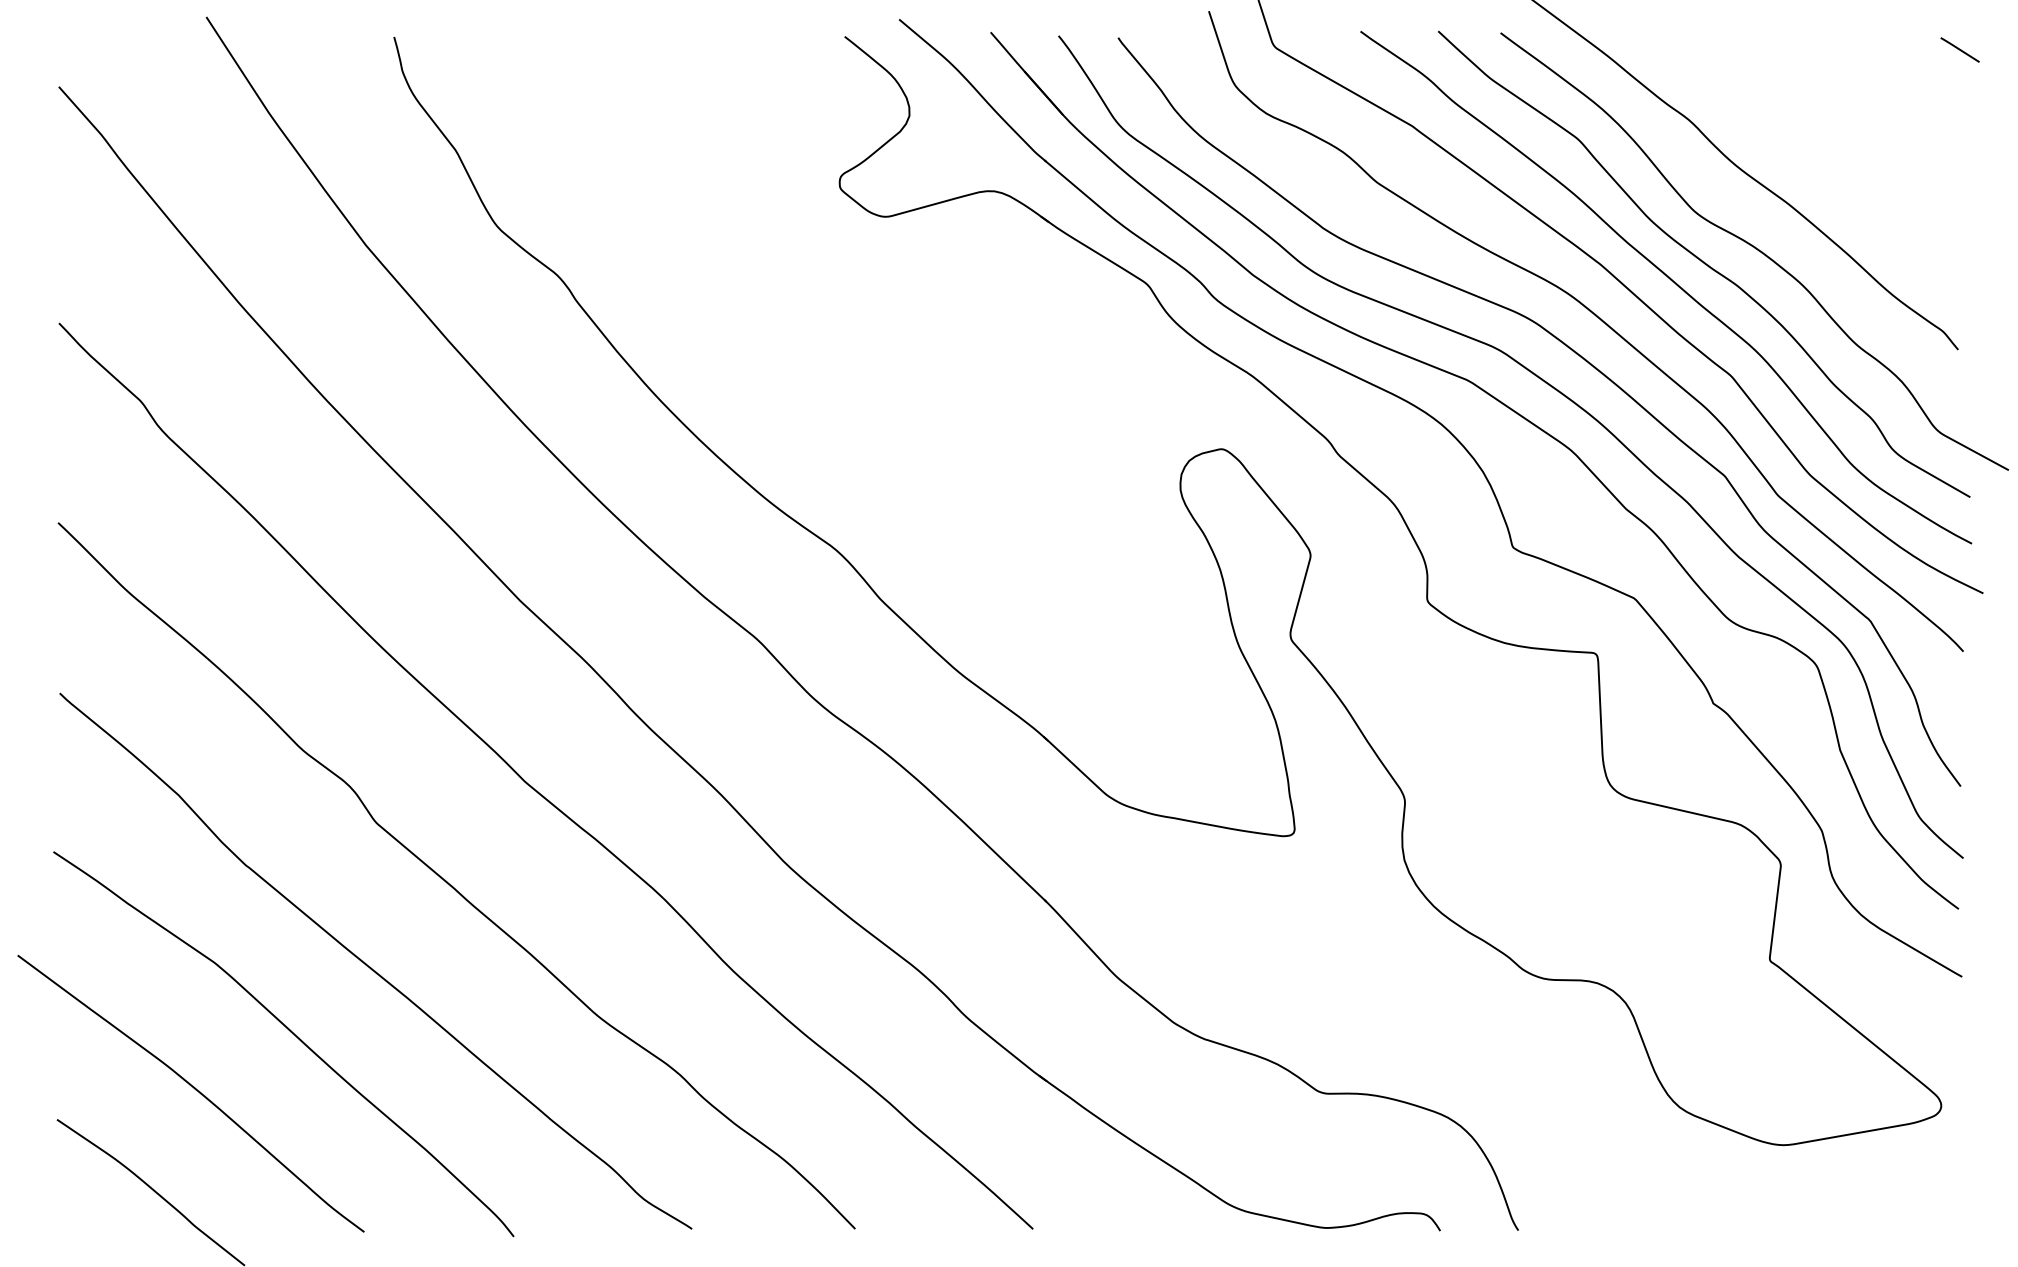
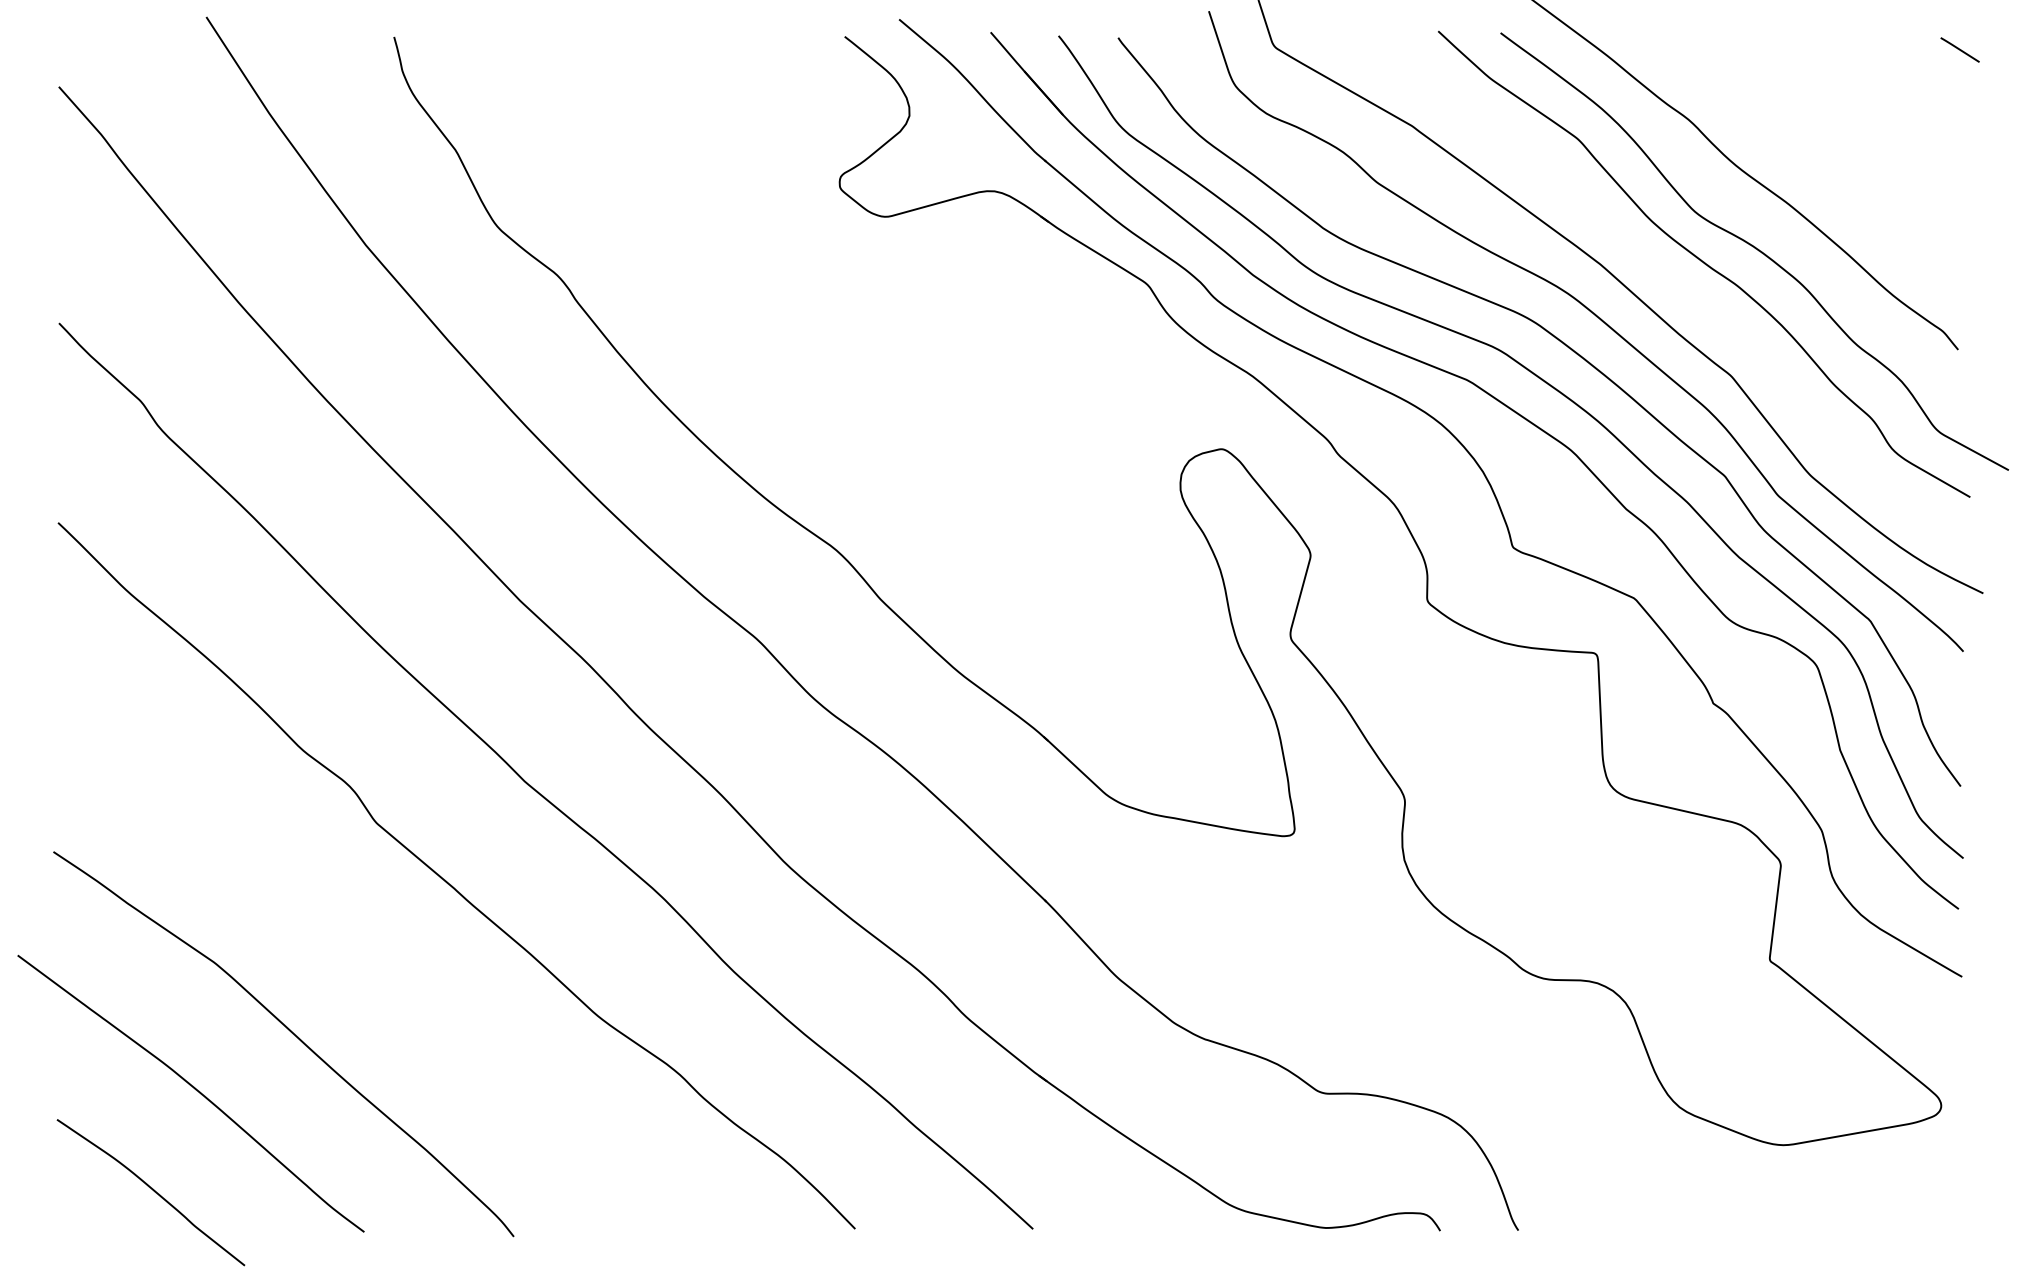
curve at (1671, 281): present -> none
curve at (370, 966): present -> none
